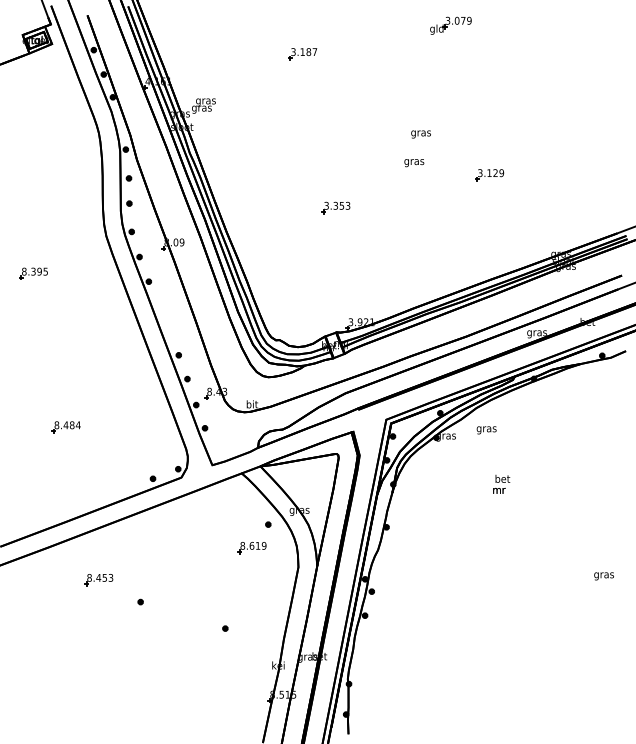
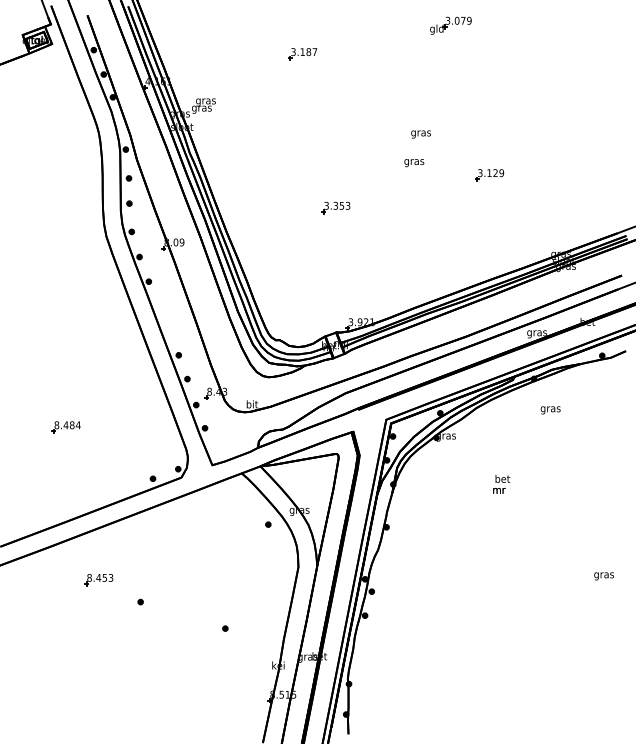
part at (33, 273): present -> none
text at (486, 430) position: (486, 430) -> (550, 410)
part at (251, 548): present -> none
